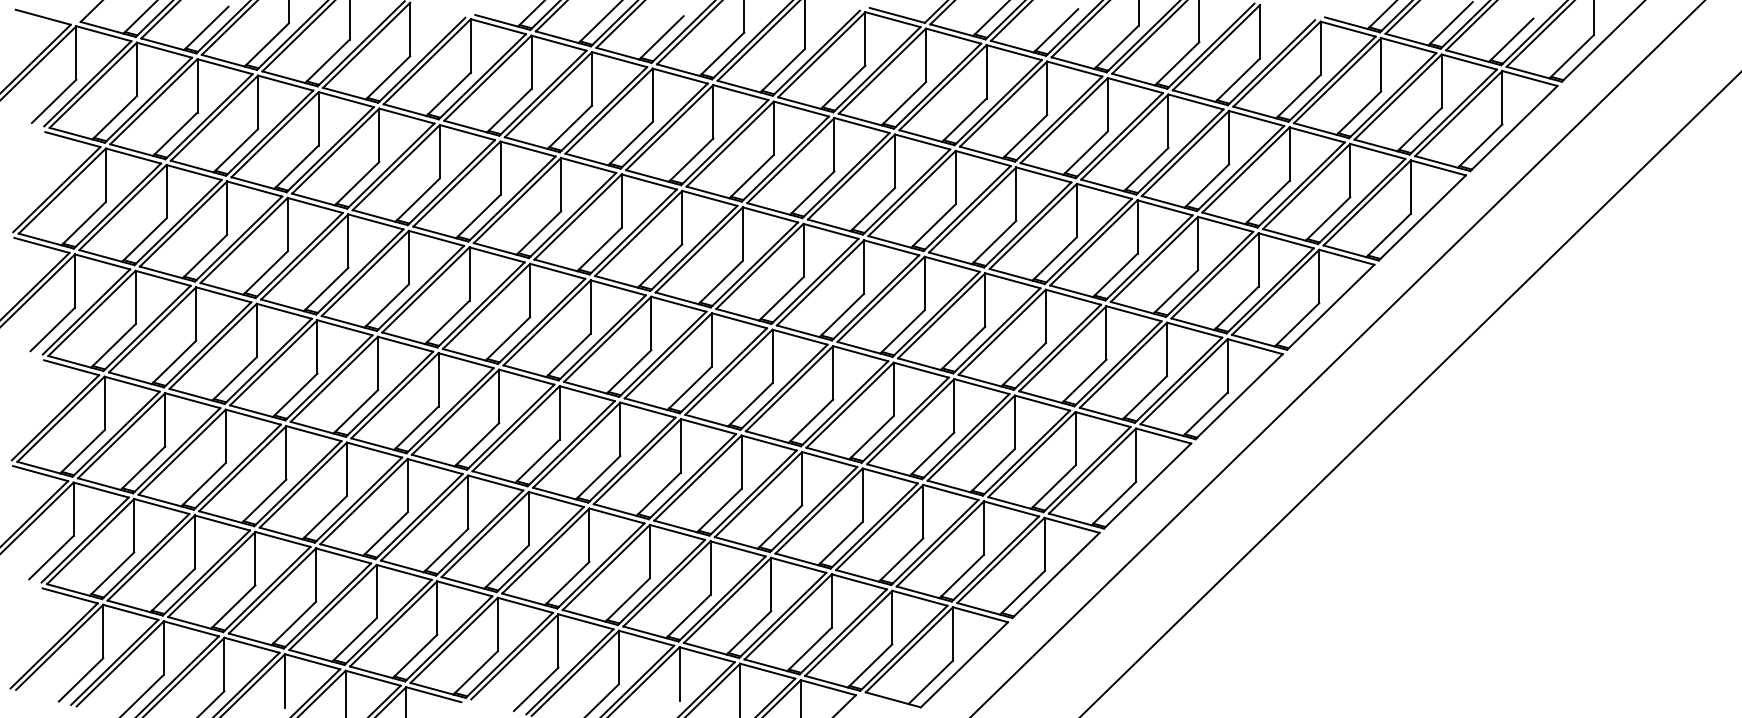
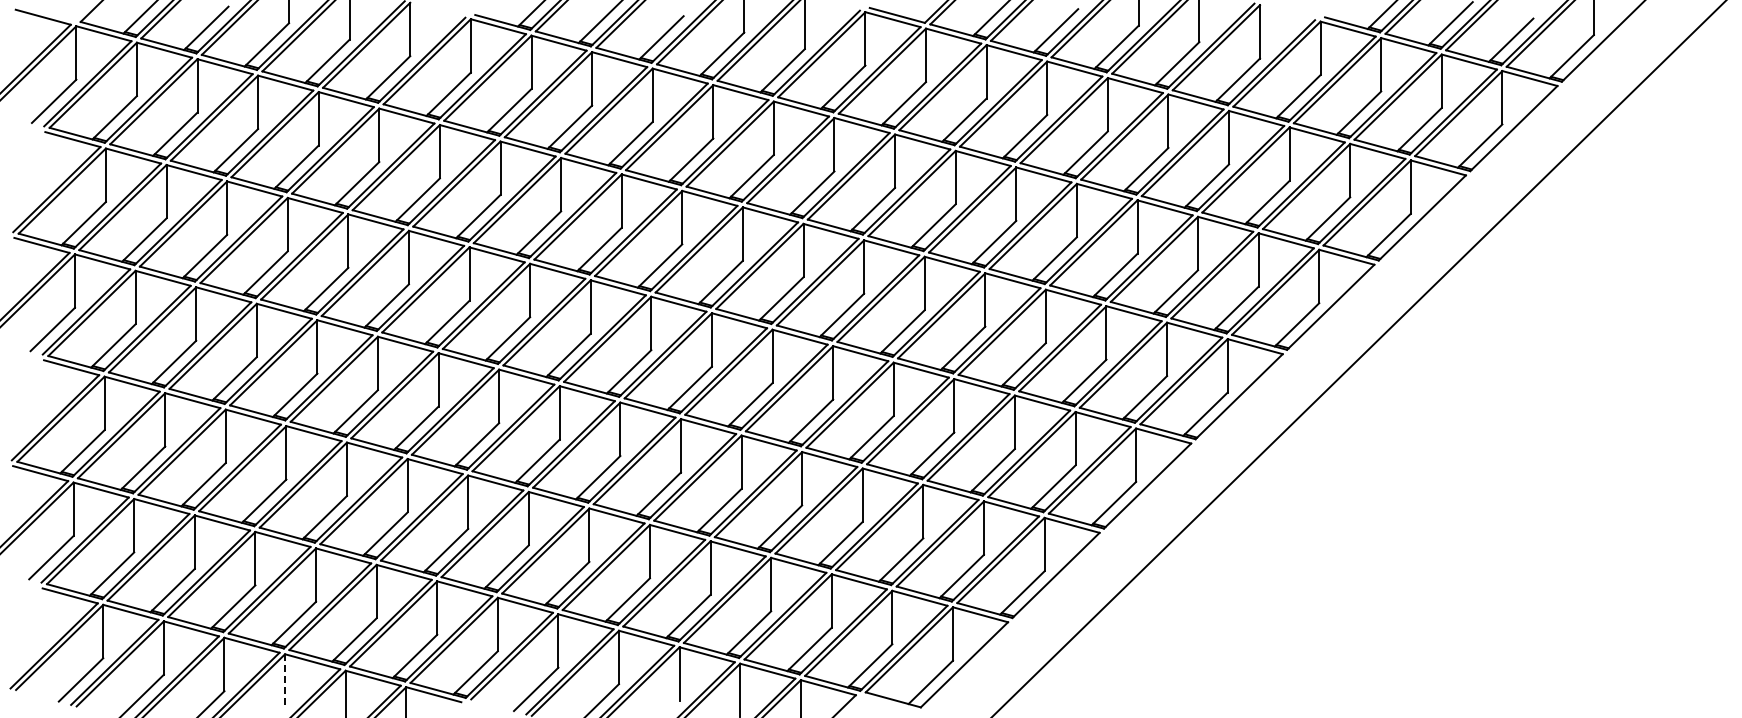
line at (1337, 358) position: (1337, 358) -> (1359, 358)
line at (1410, 394): present -> none
line at (285, 680): solid -> dashed
